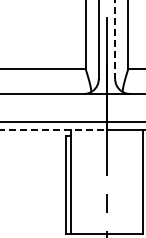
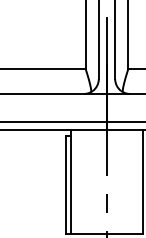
line at (115, 40): dashed -> solid
line at (54, 129): dashed -> solid
